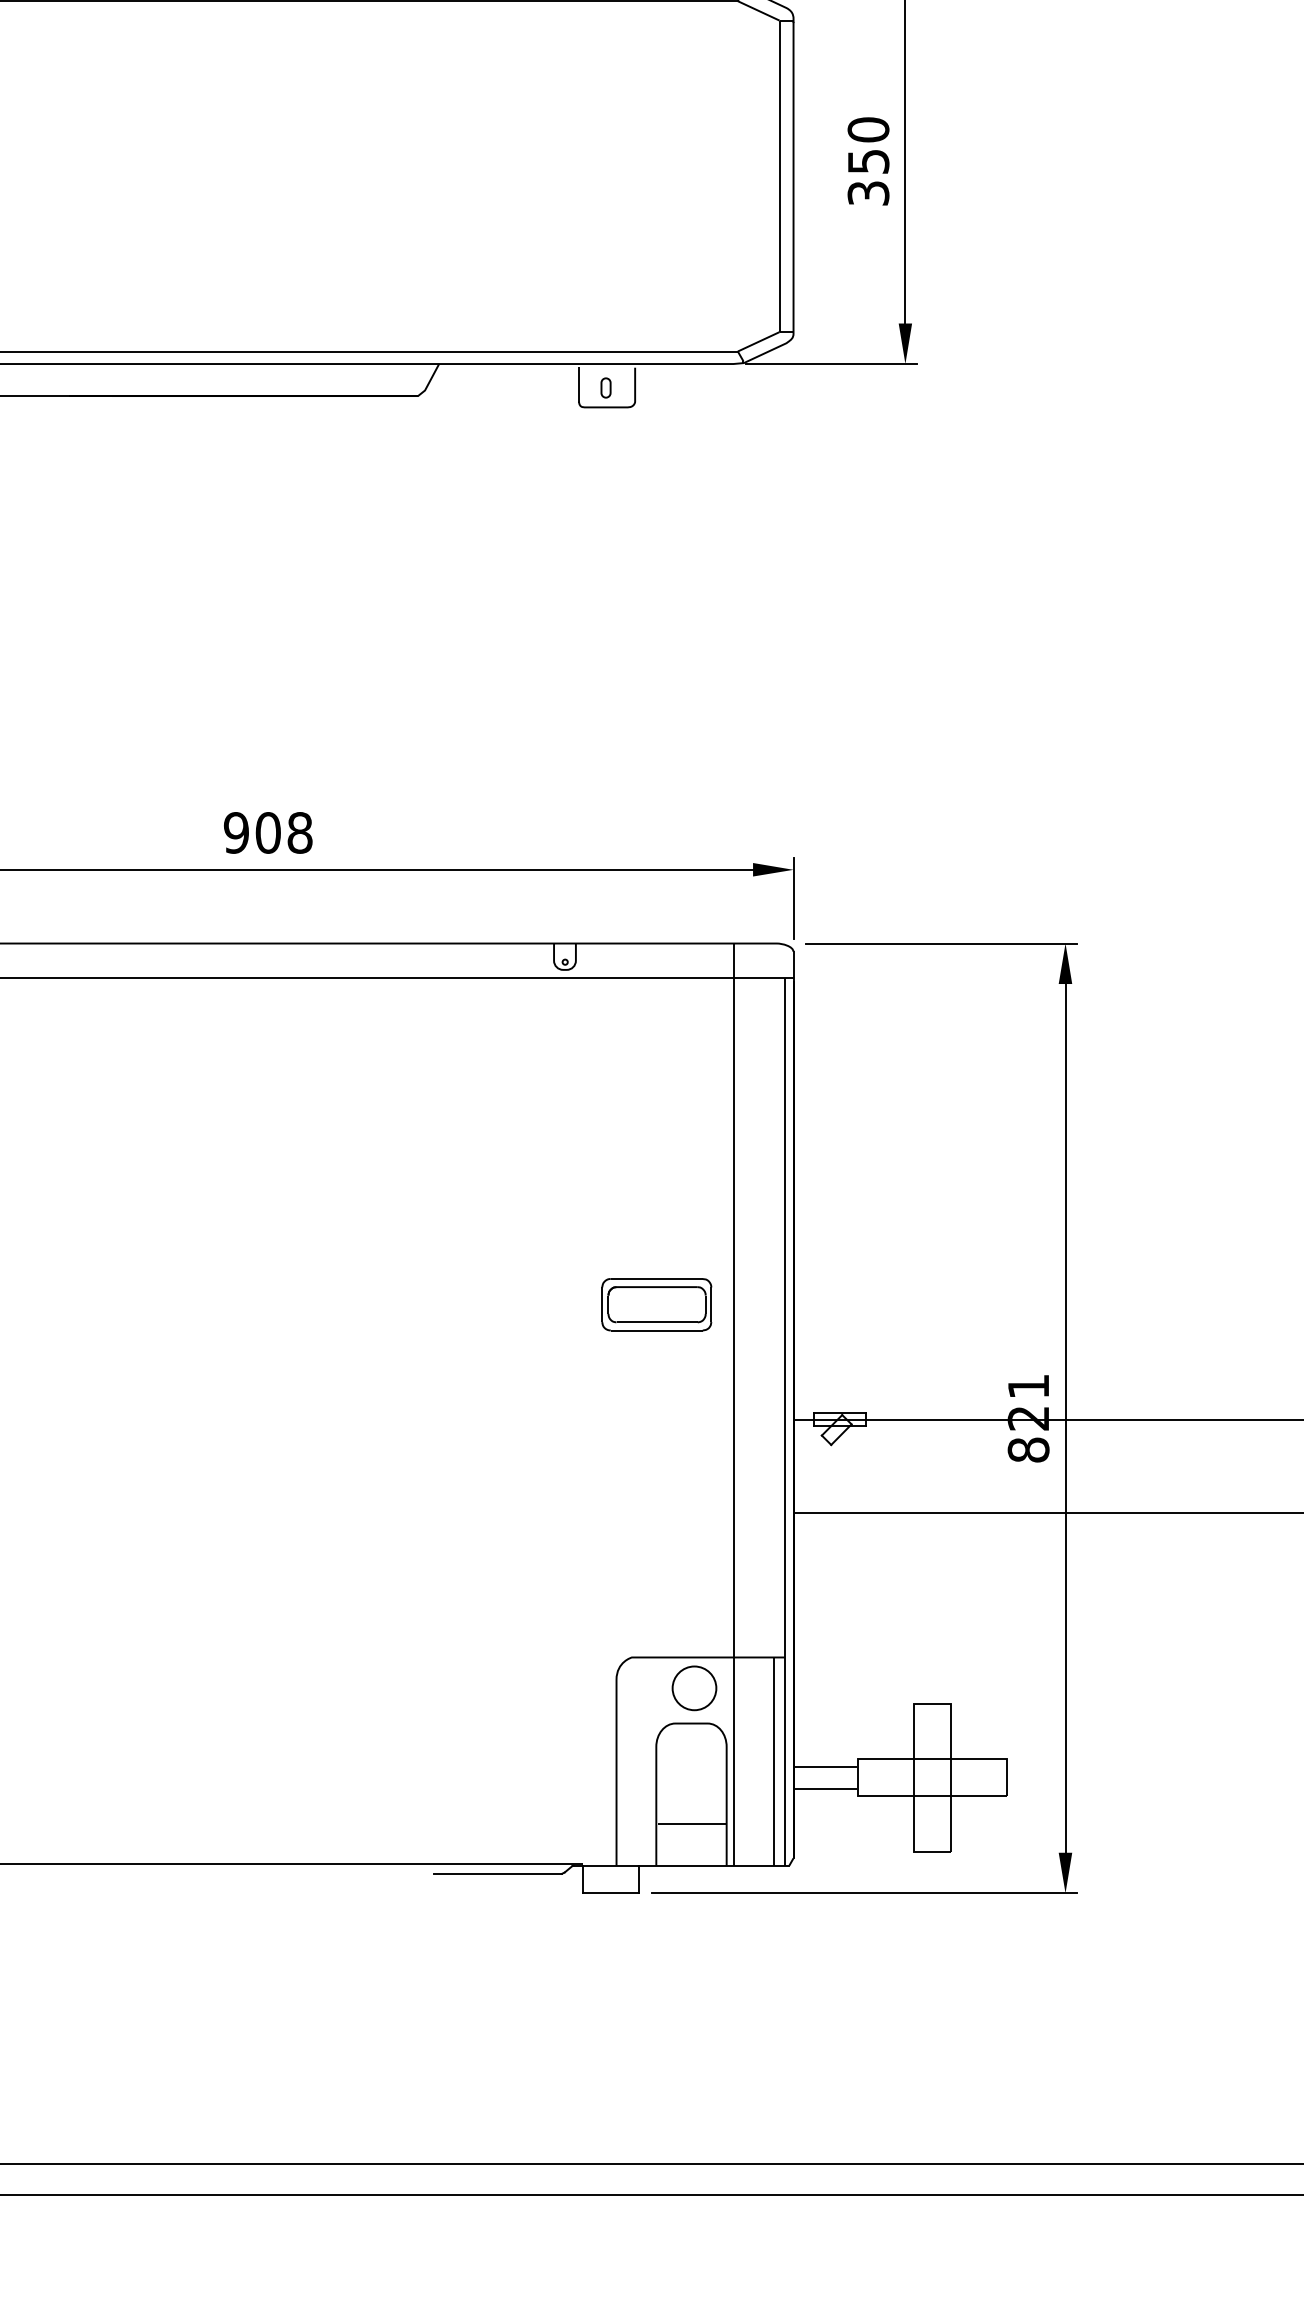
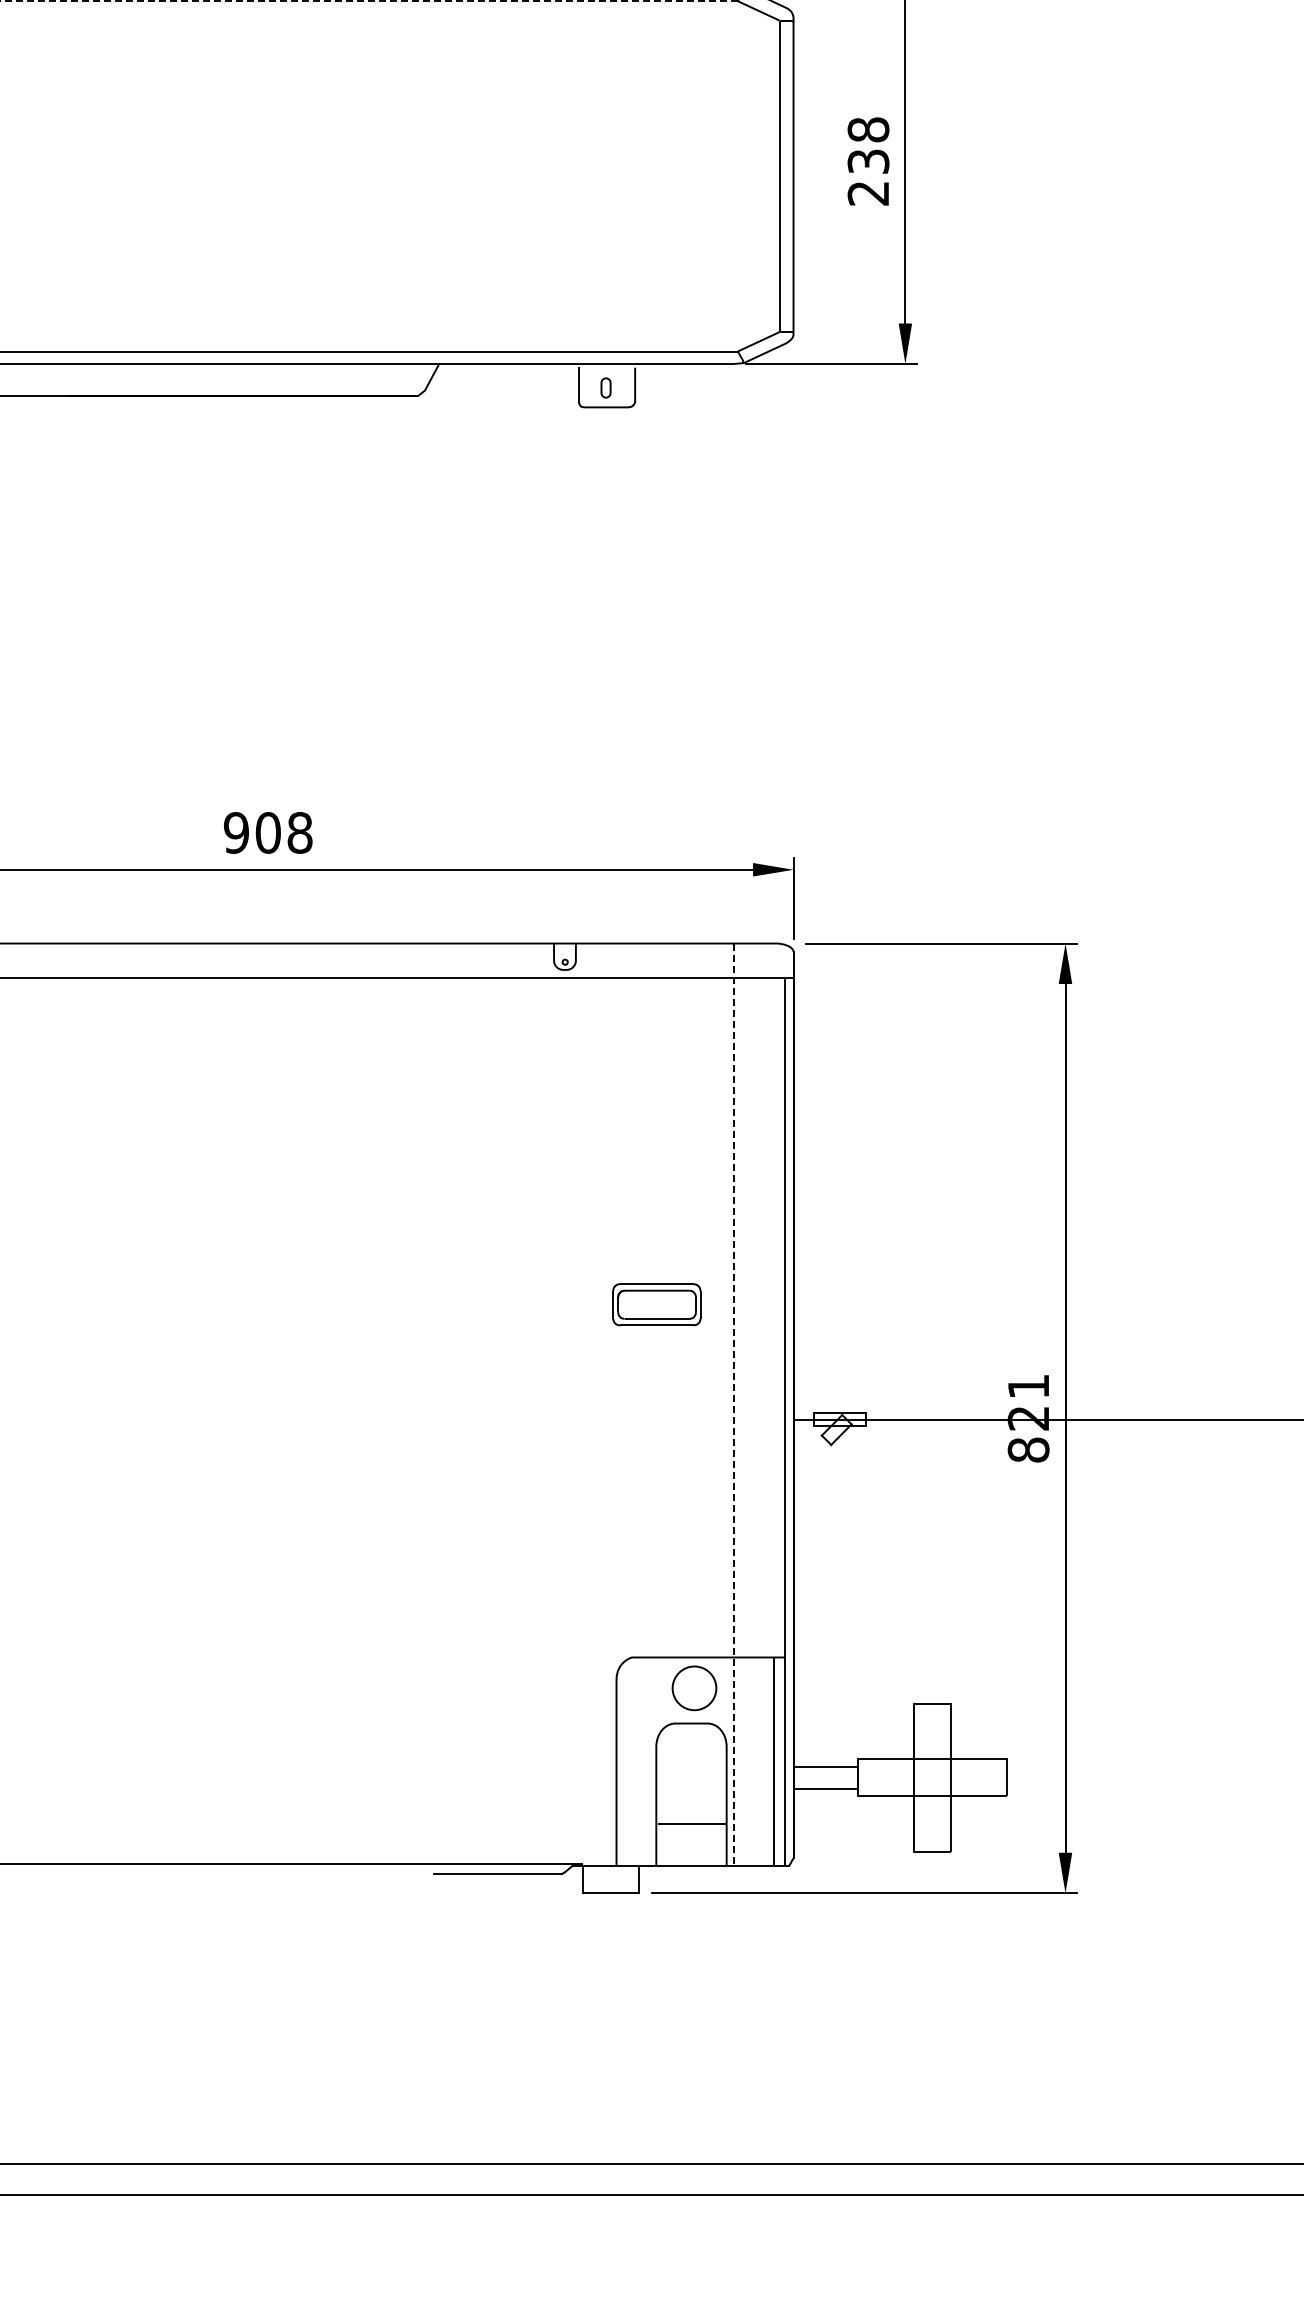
line at (368, 1): solid -> dashed
text at (868, 161): 350 -> 238
part at (656, 1304) size: 112x54 px -> 90x44 px
line at (733, 1405): solid -> dashed
line at (1047, 1513): present -> none
